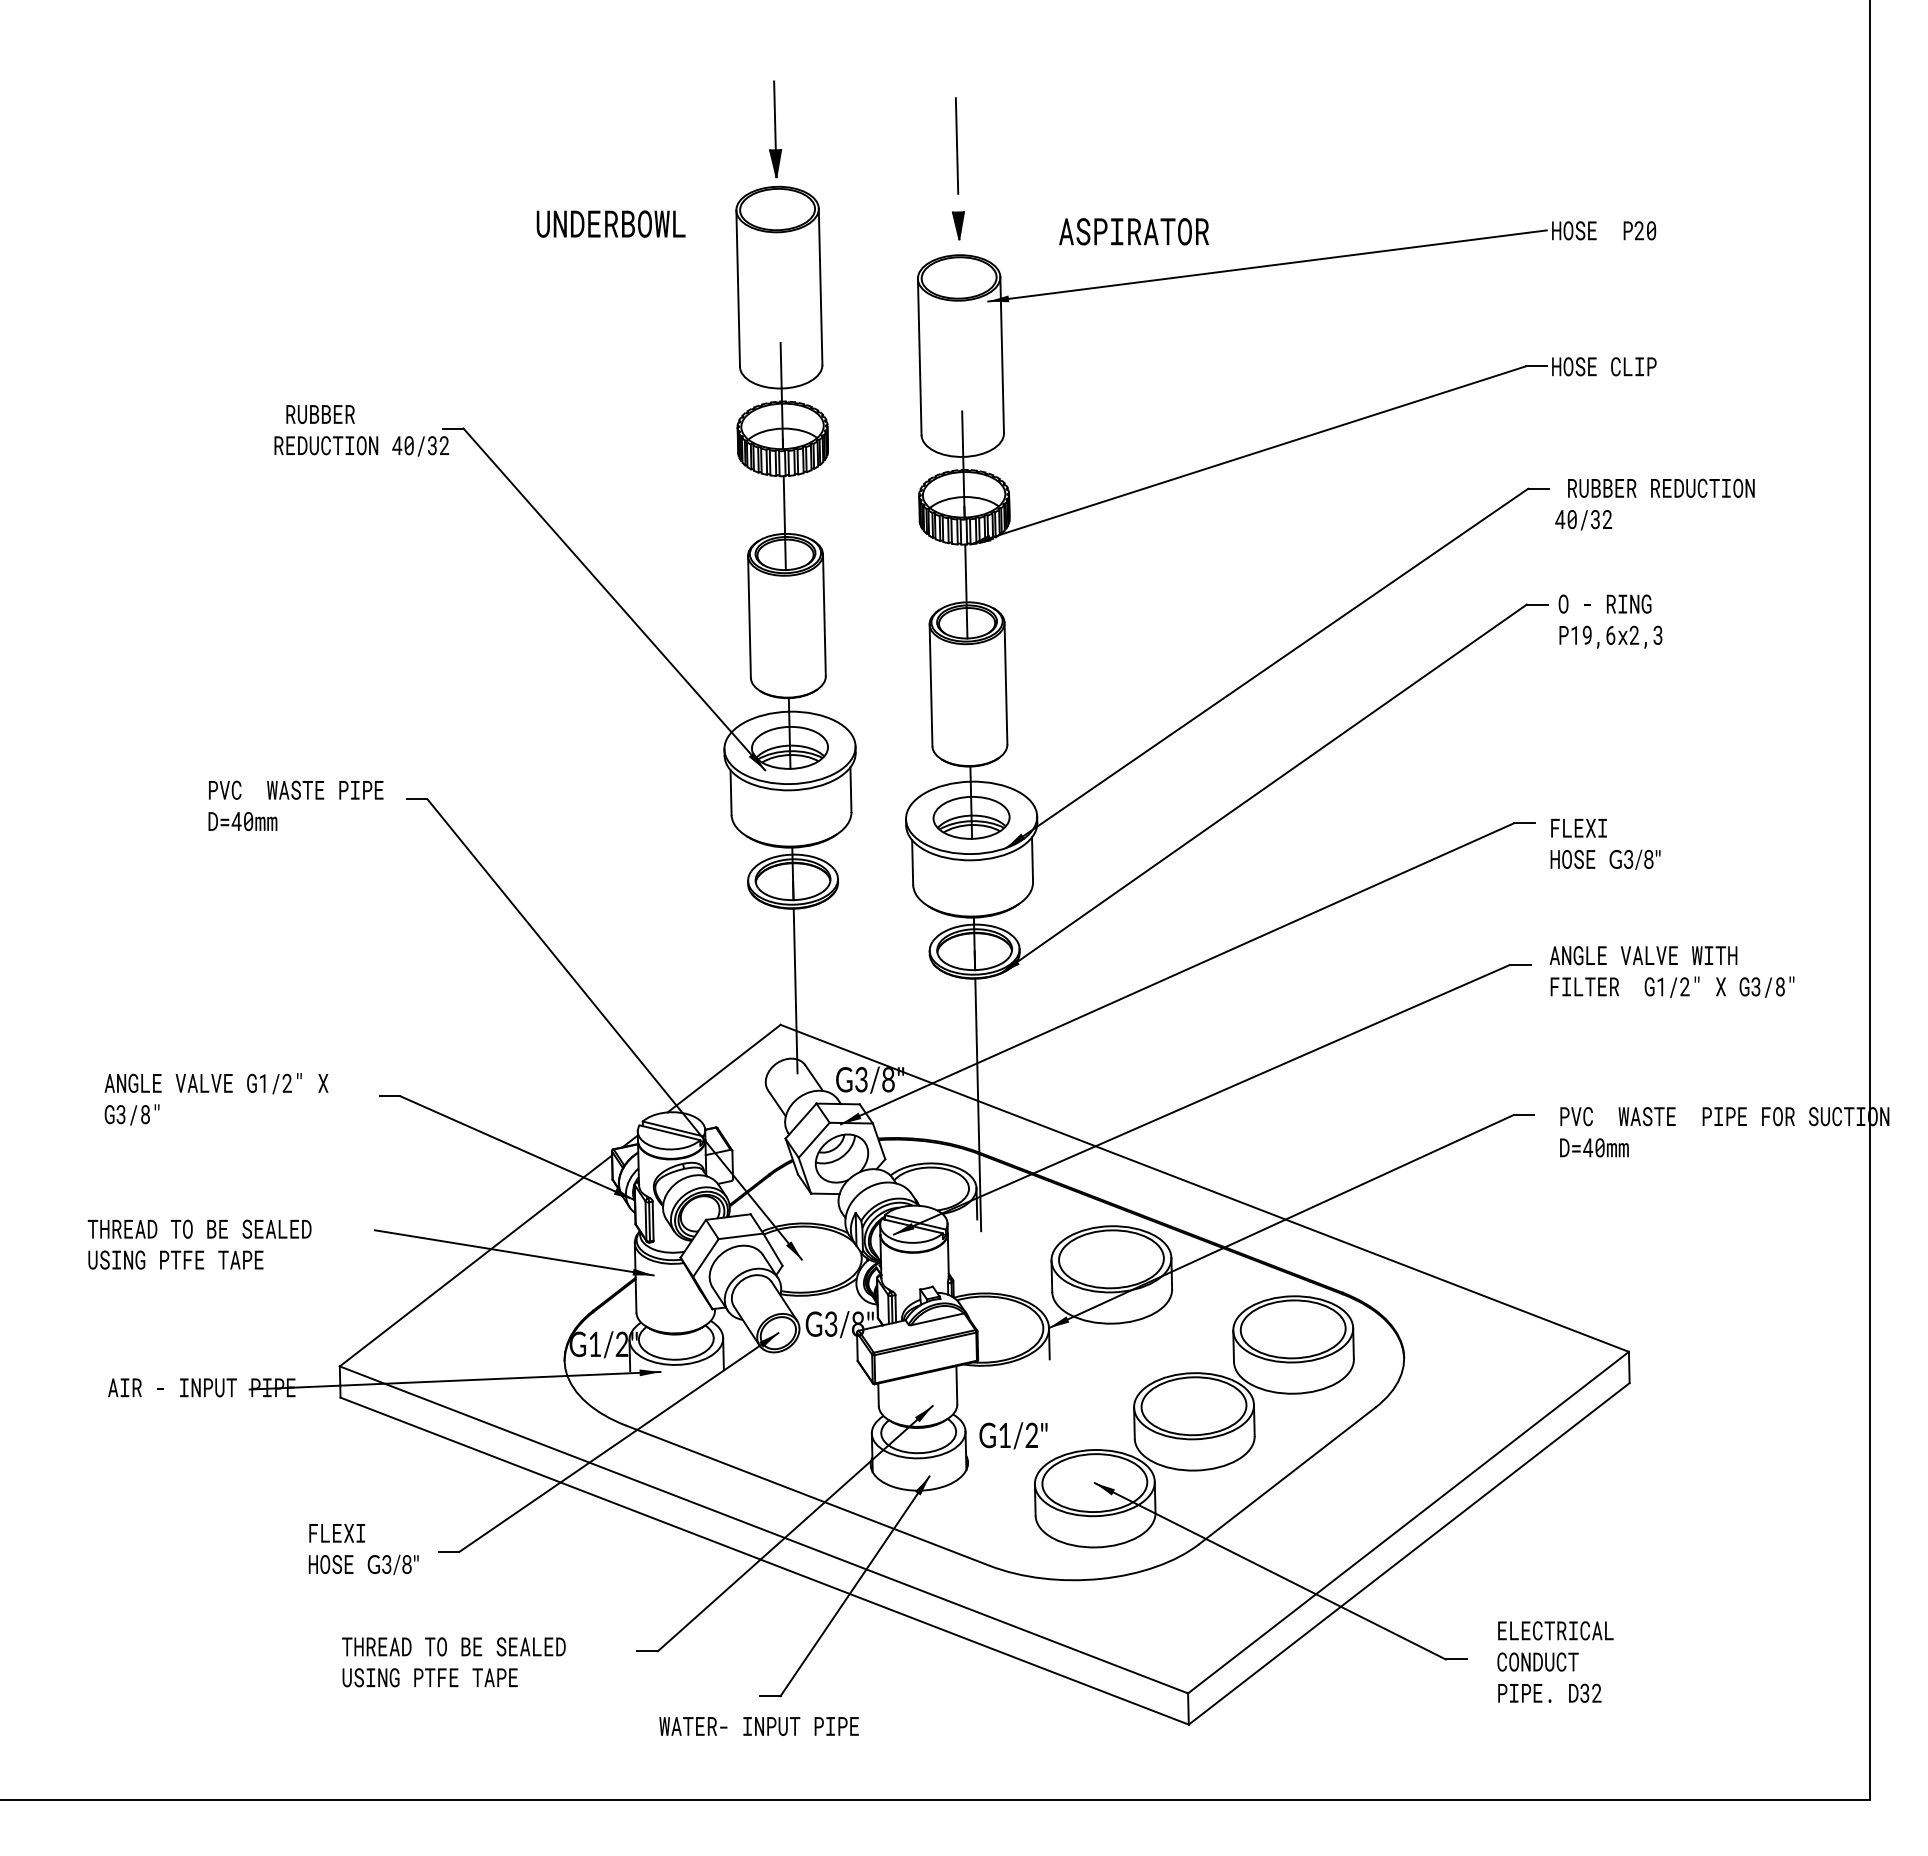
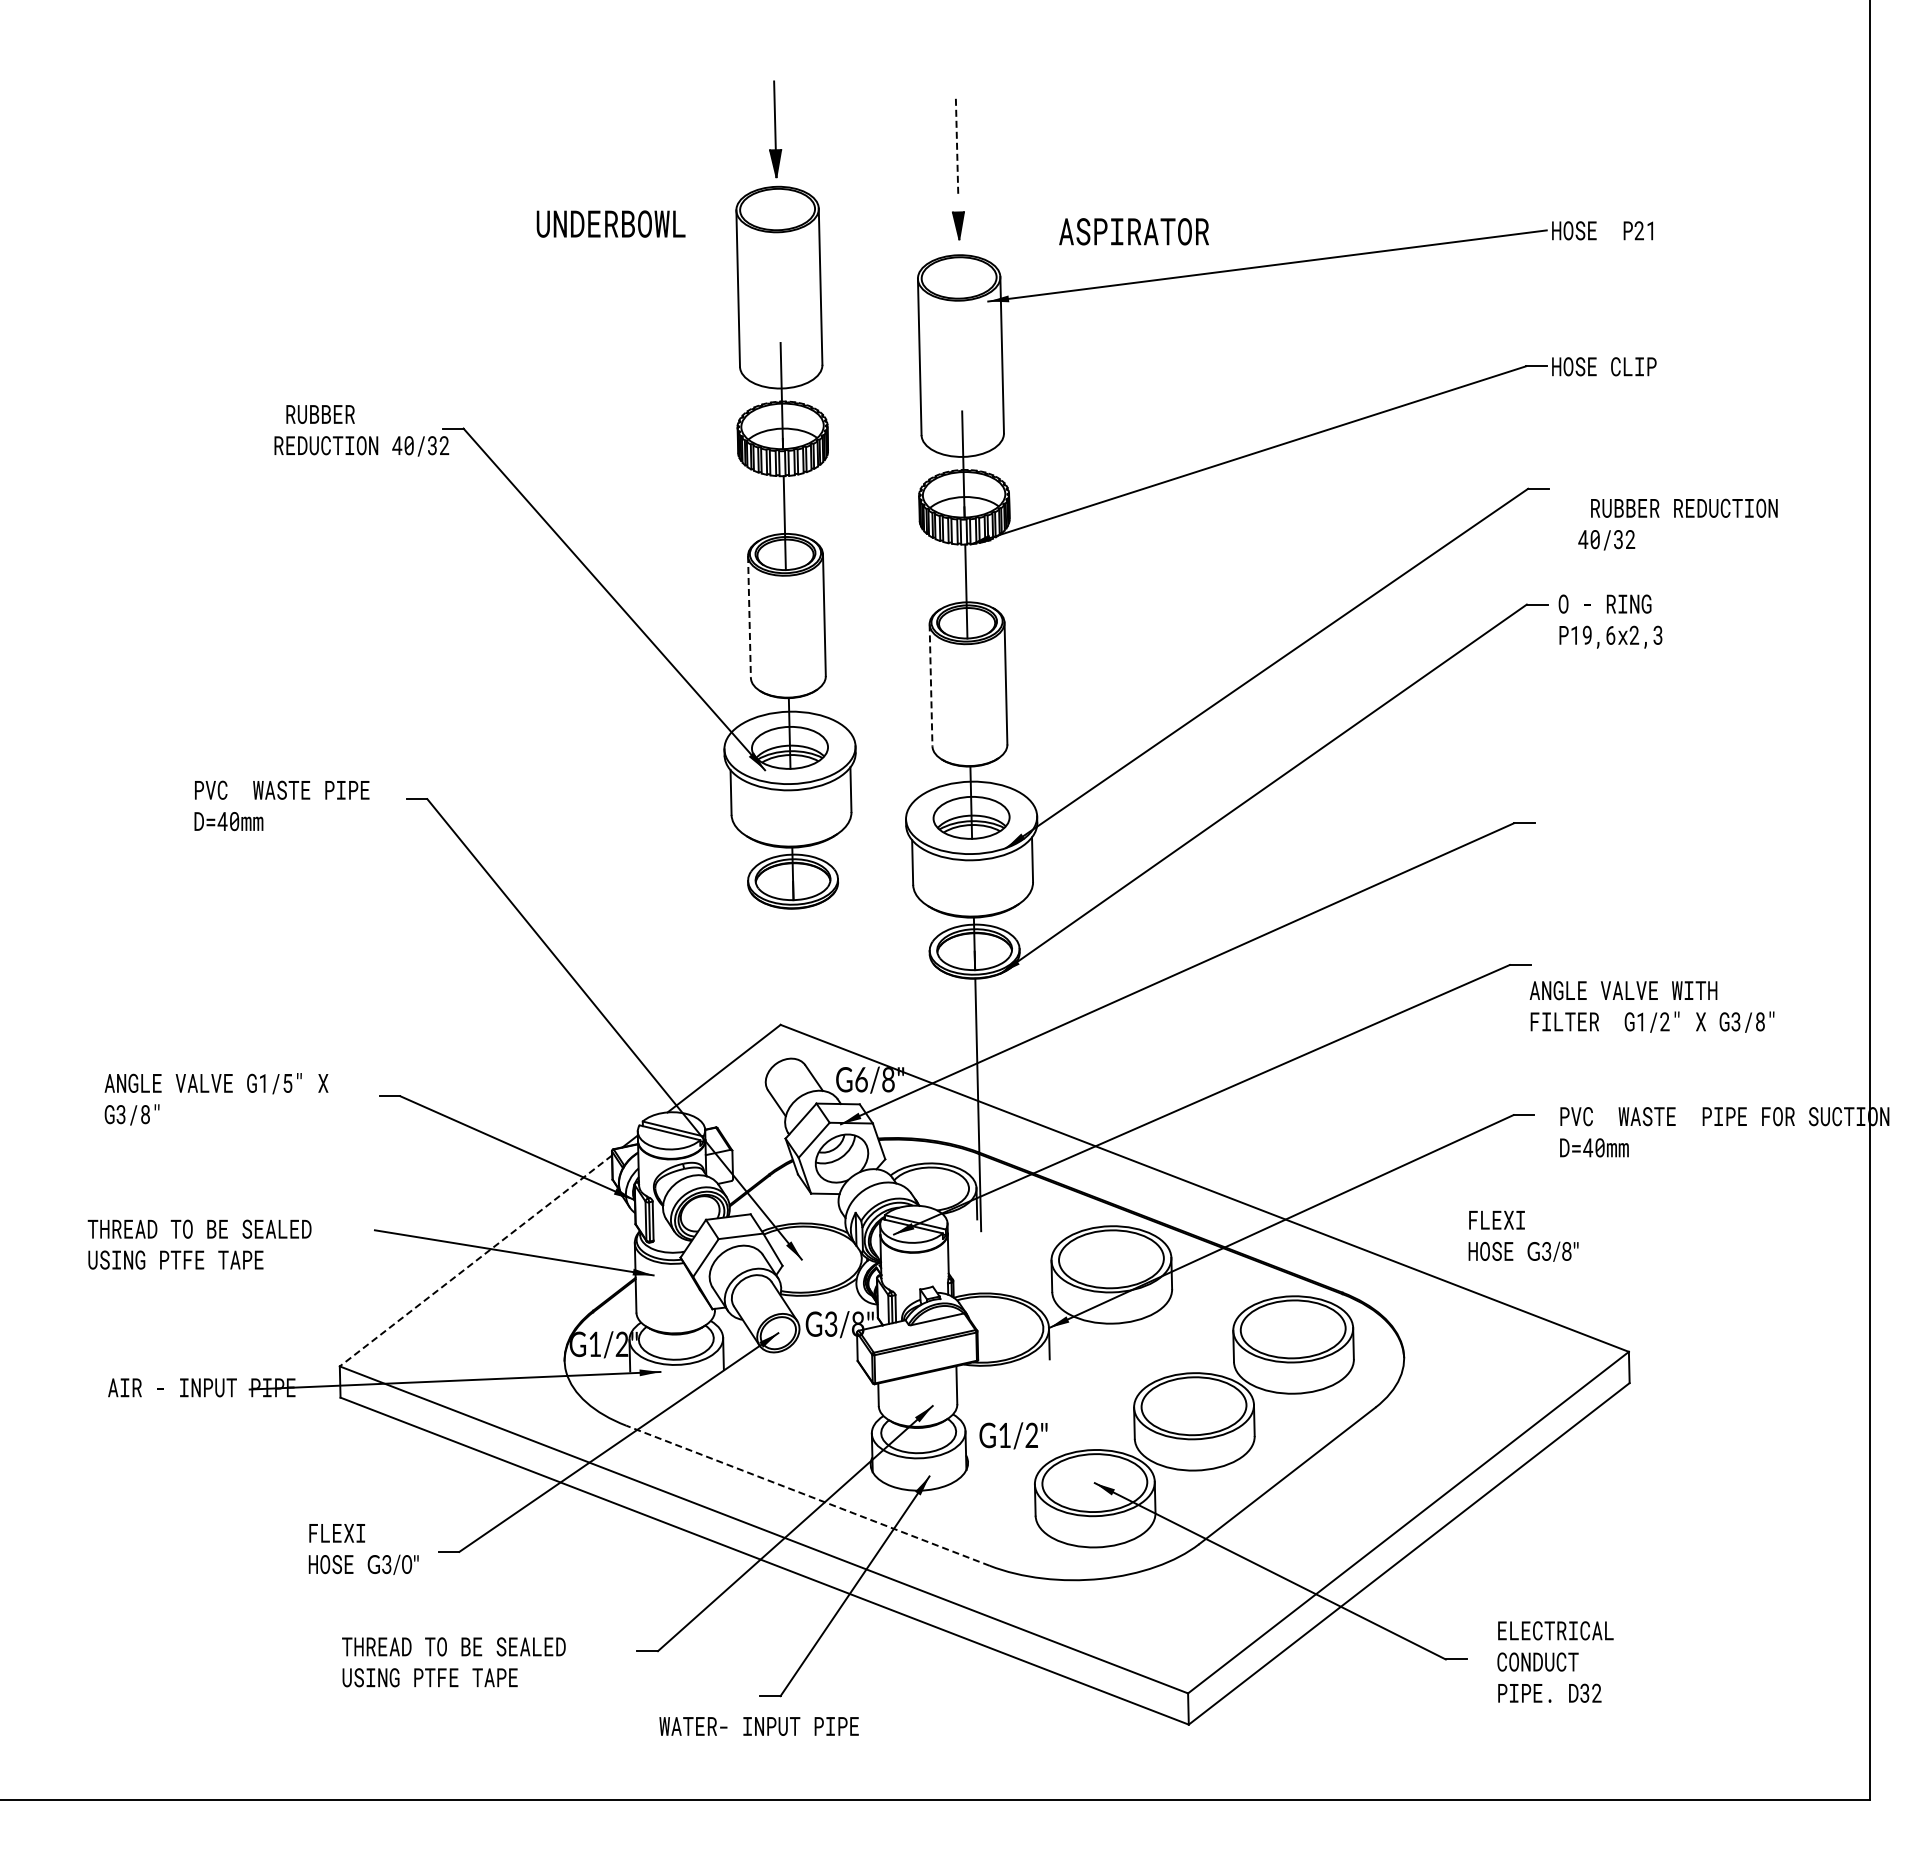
line at (957, 145): solid -> dashed
text at (1651, 230): P20 -> P21
text at (1654, 504) position: (1654, 504) -> (1677, 524)
line at (749, 616): solid -> dashed
line at (931, 685): solid -> dashed
text at (295, 805) position: (295, 805) -> (281, 805)
text at (1605, 843) position: (1605, 843) -> (1523, 1235)
text at (1671, 971) position: (1671, 971) -> (1651, 1006)
line at (795, 990): present -> none
text at (861, 1079): G3/8" -> G6/8"
text at (287, 1082): G1/2" -> G1/5"
line at (475, 1261): solid -> dashed
line at (808, 1495): solid -> dashed
text at (407, 1564): G3/8" -> G3/0"
